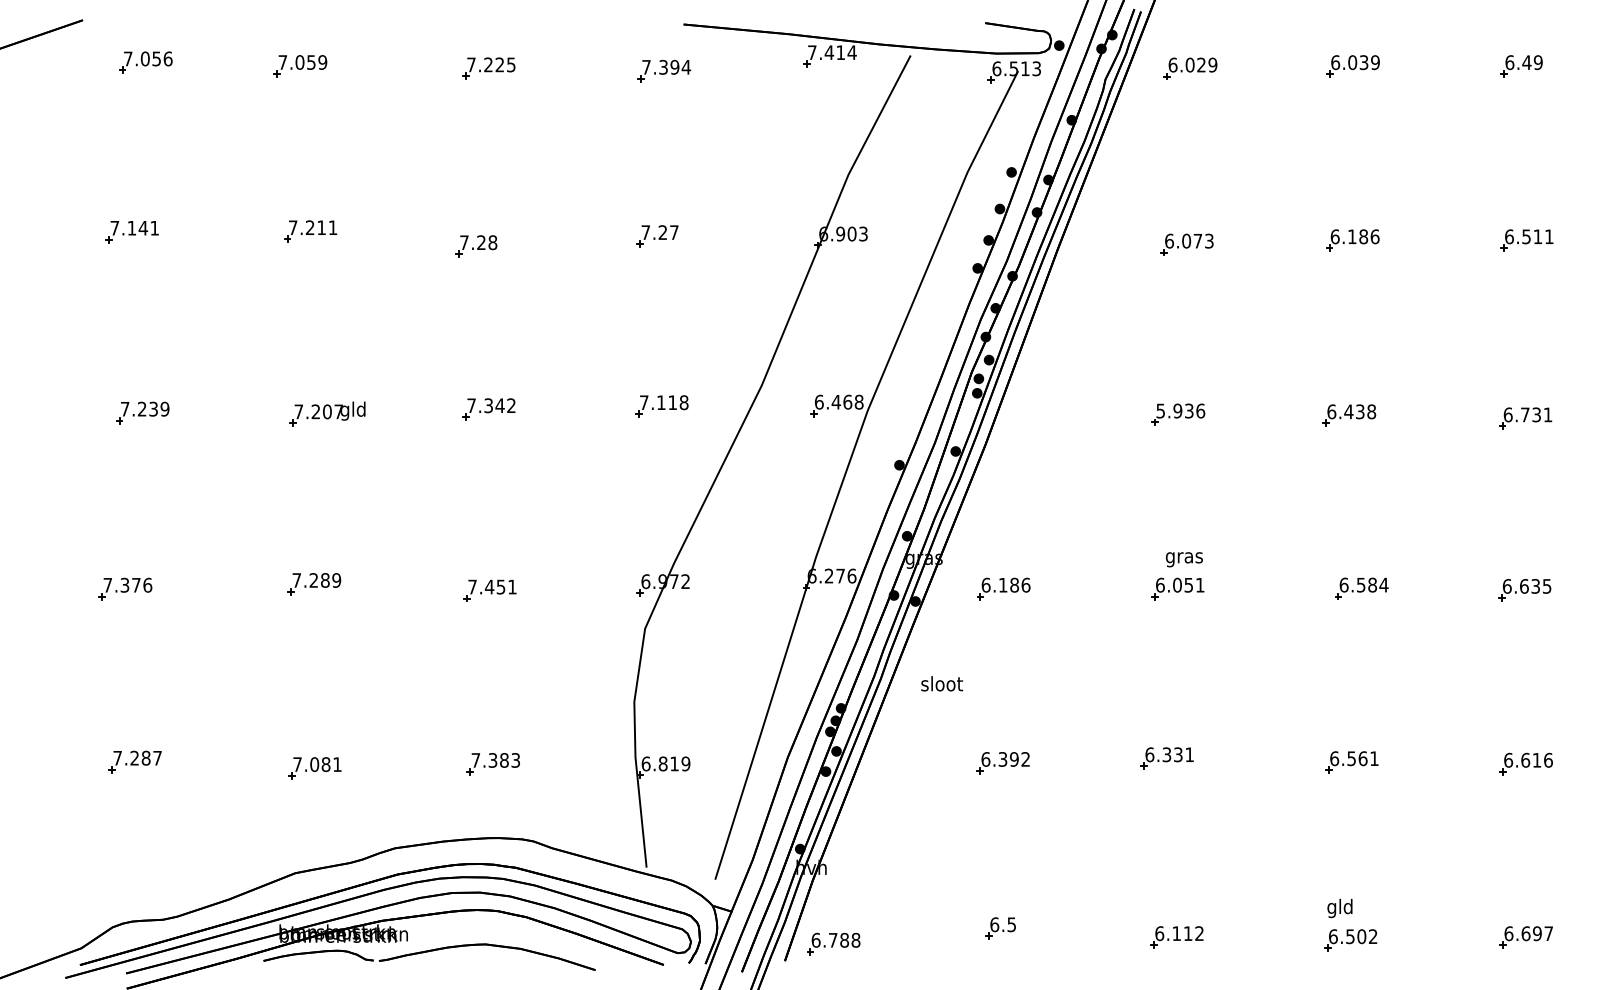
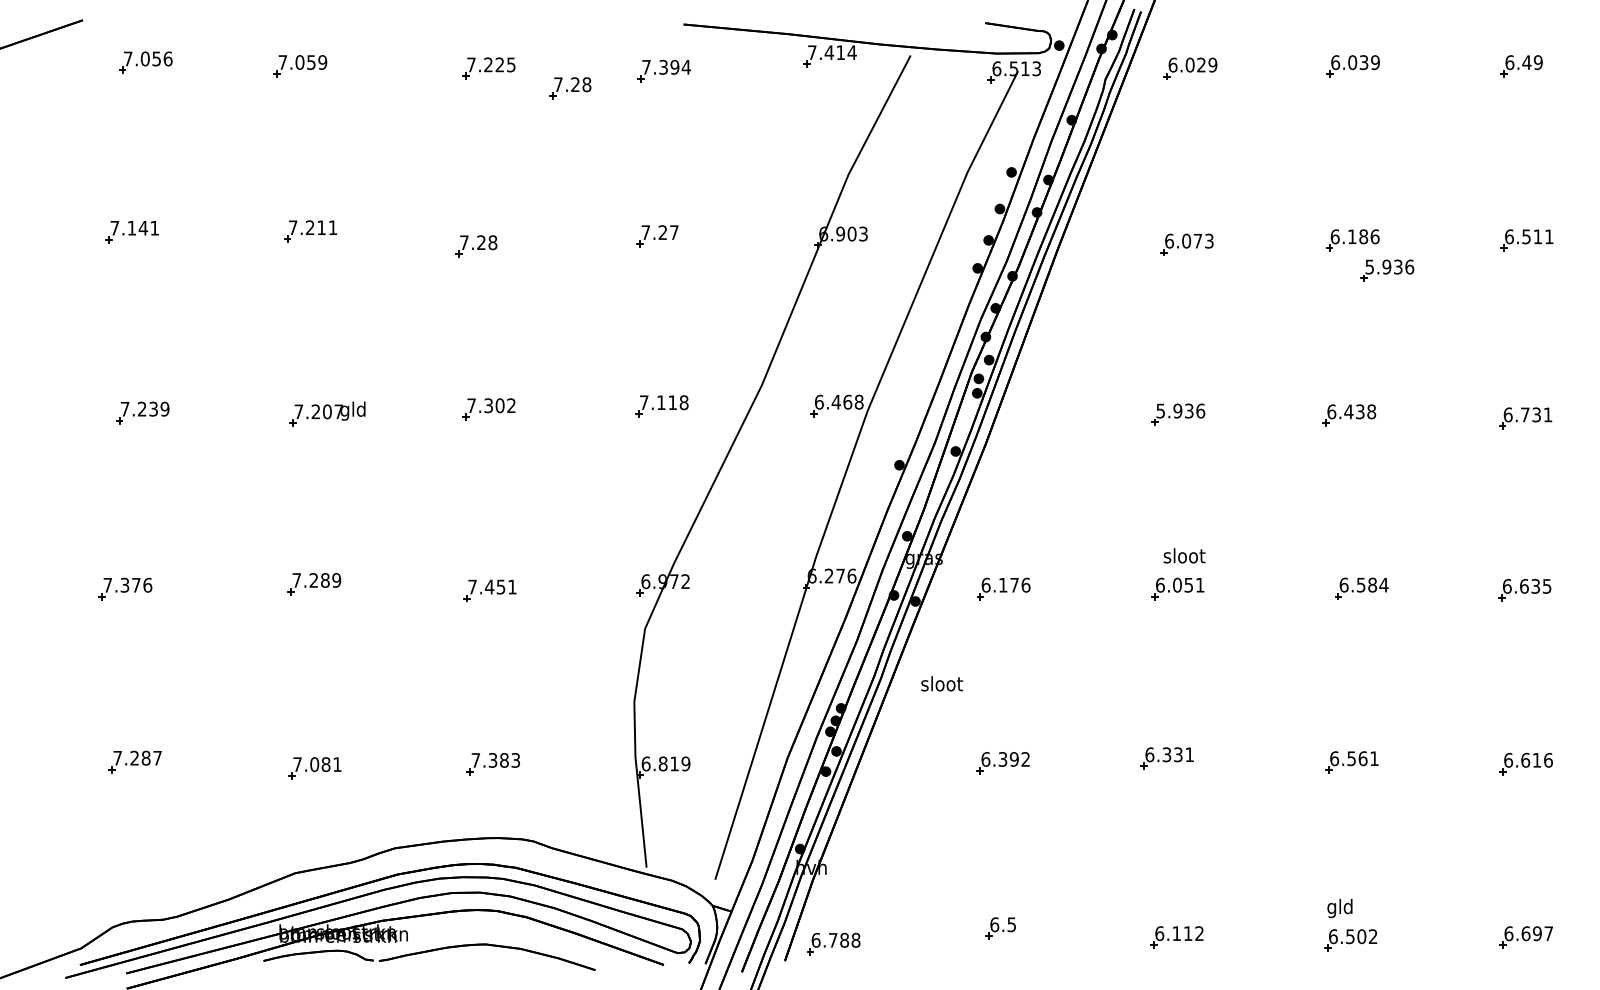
part at (570, 88): none -> present
part at (1387, 270): none -> present
text at (499, 405): 7.342 -> 7.302
text at (1184, 557): gras -> sloot
text at (1014, 584): 6.186 -> 6.176
